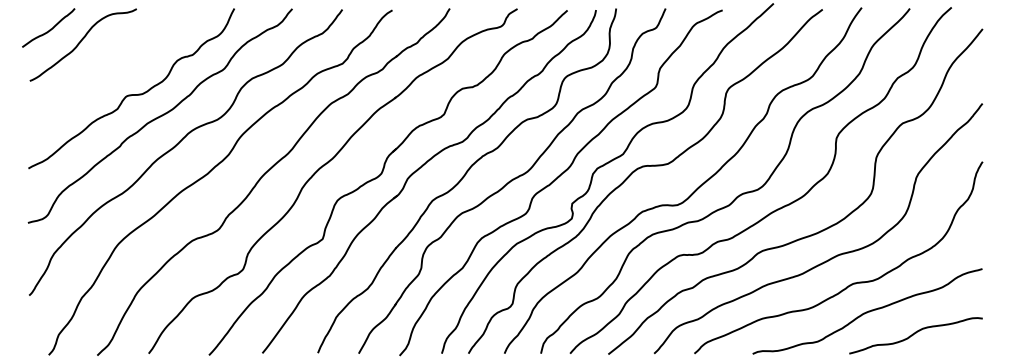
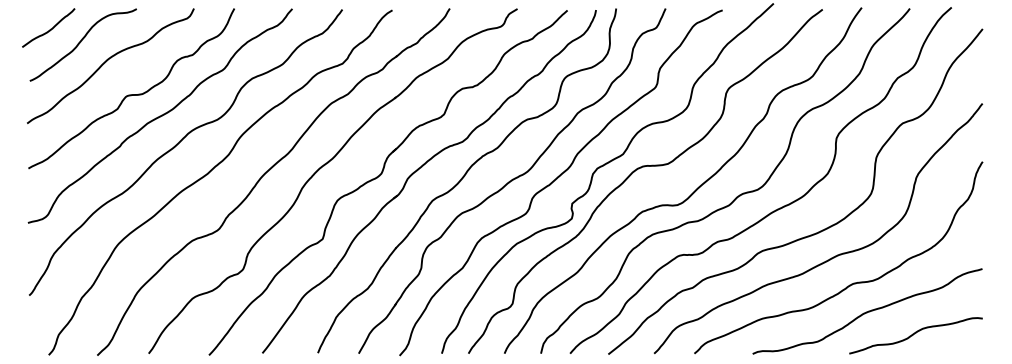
curve at (107, 61): none -> present
